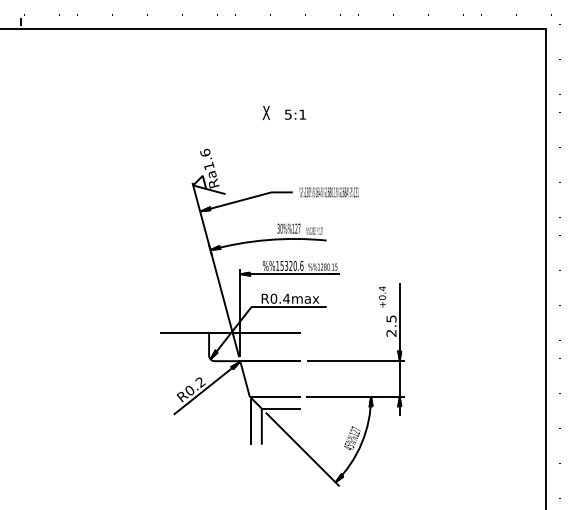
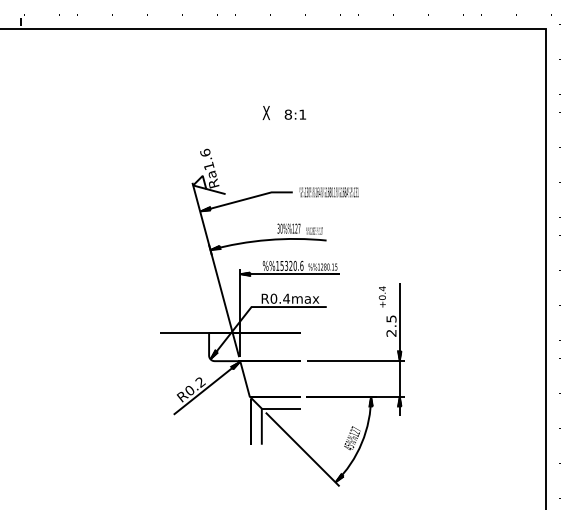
text at (287, 114): 5:1 -> 8:1
